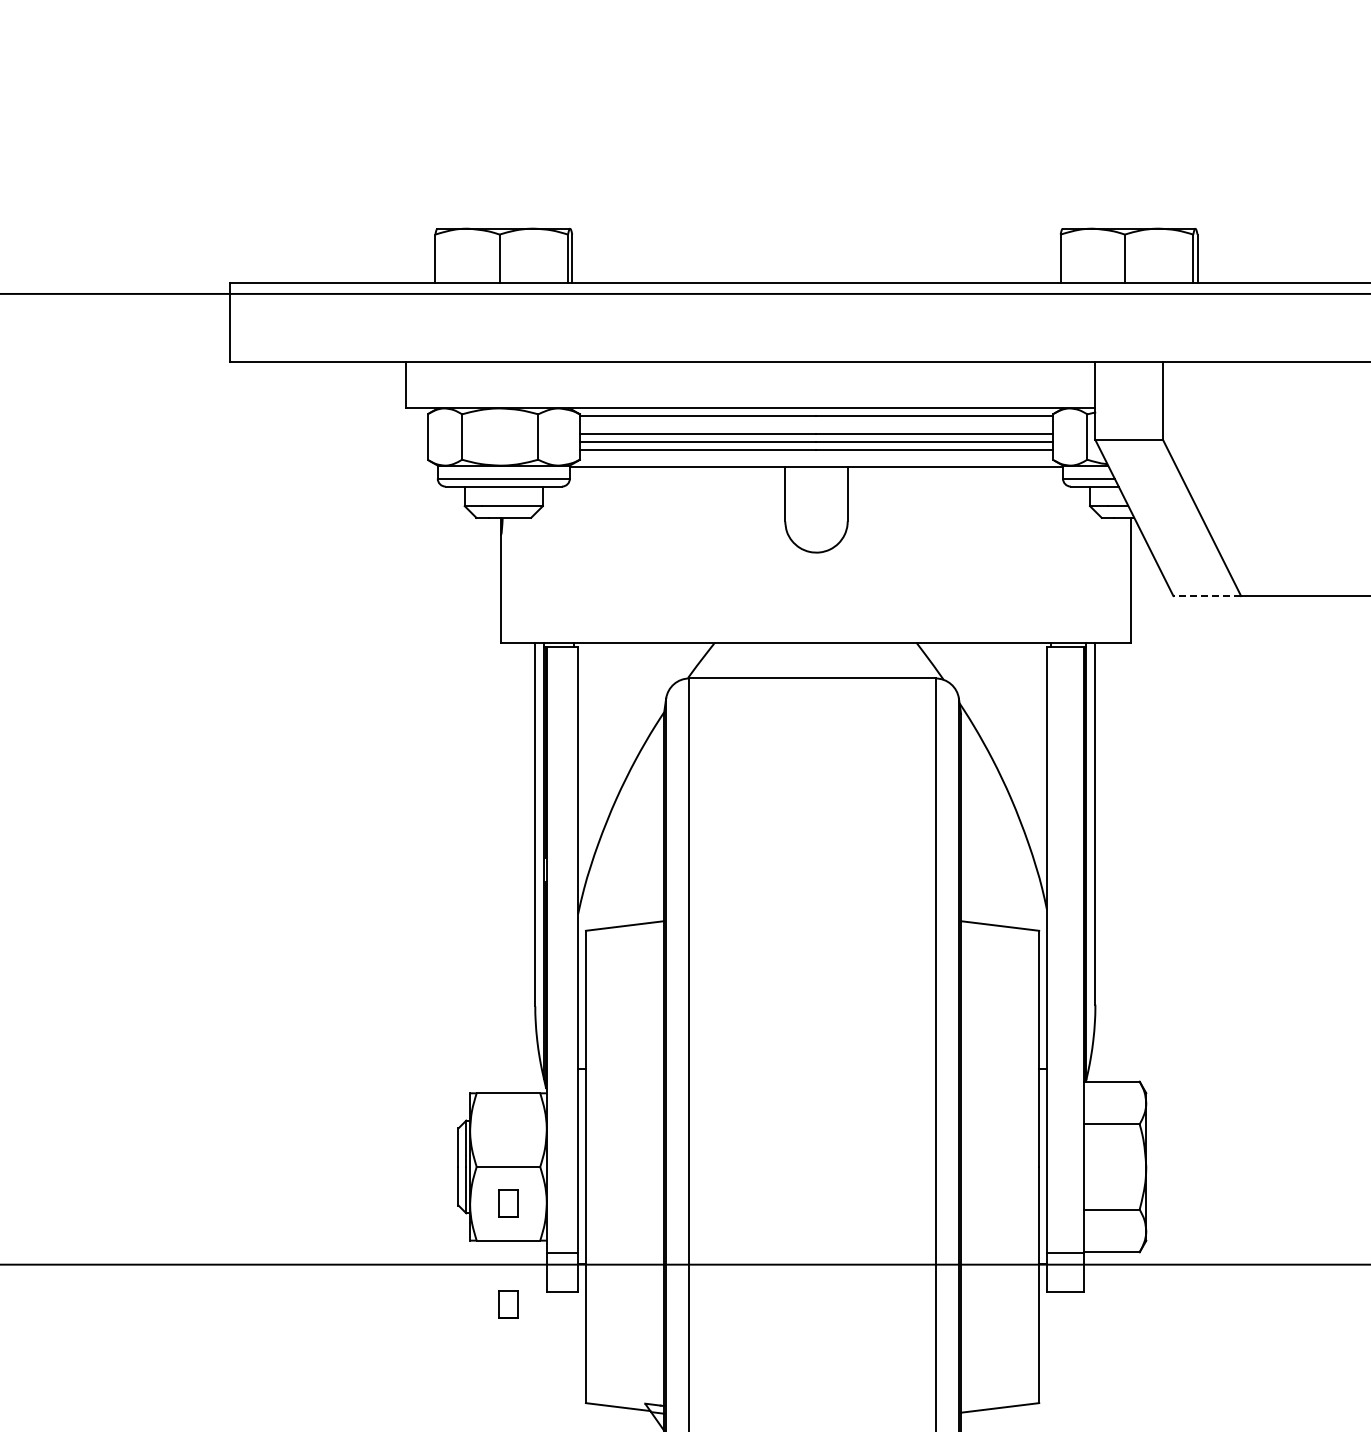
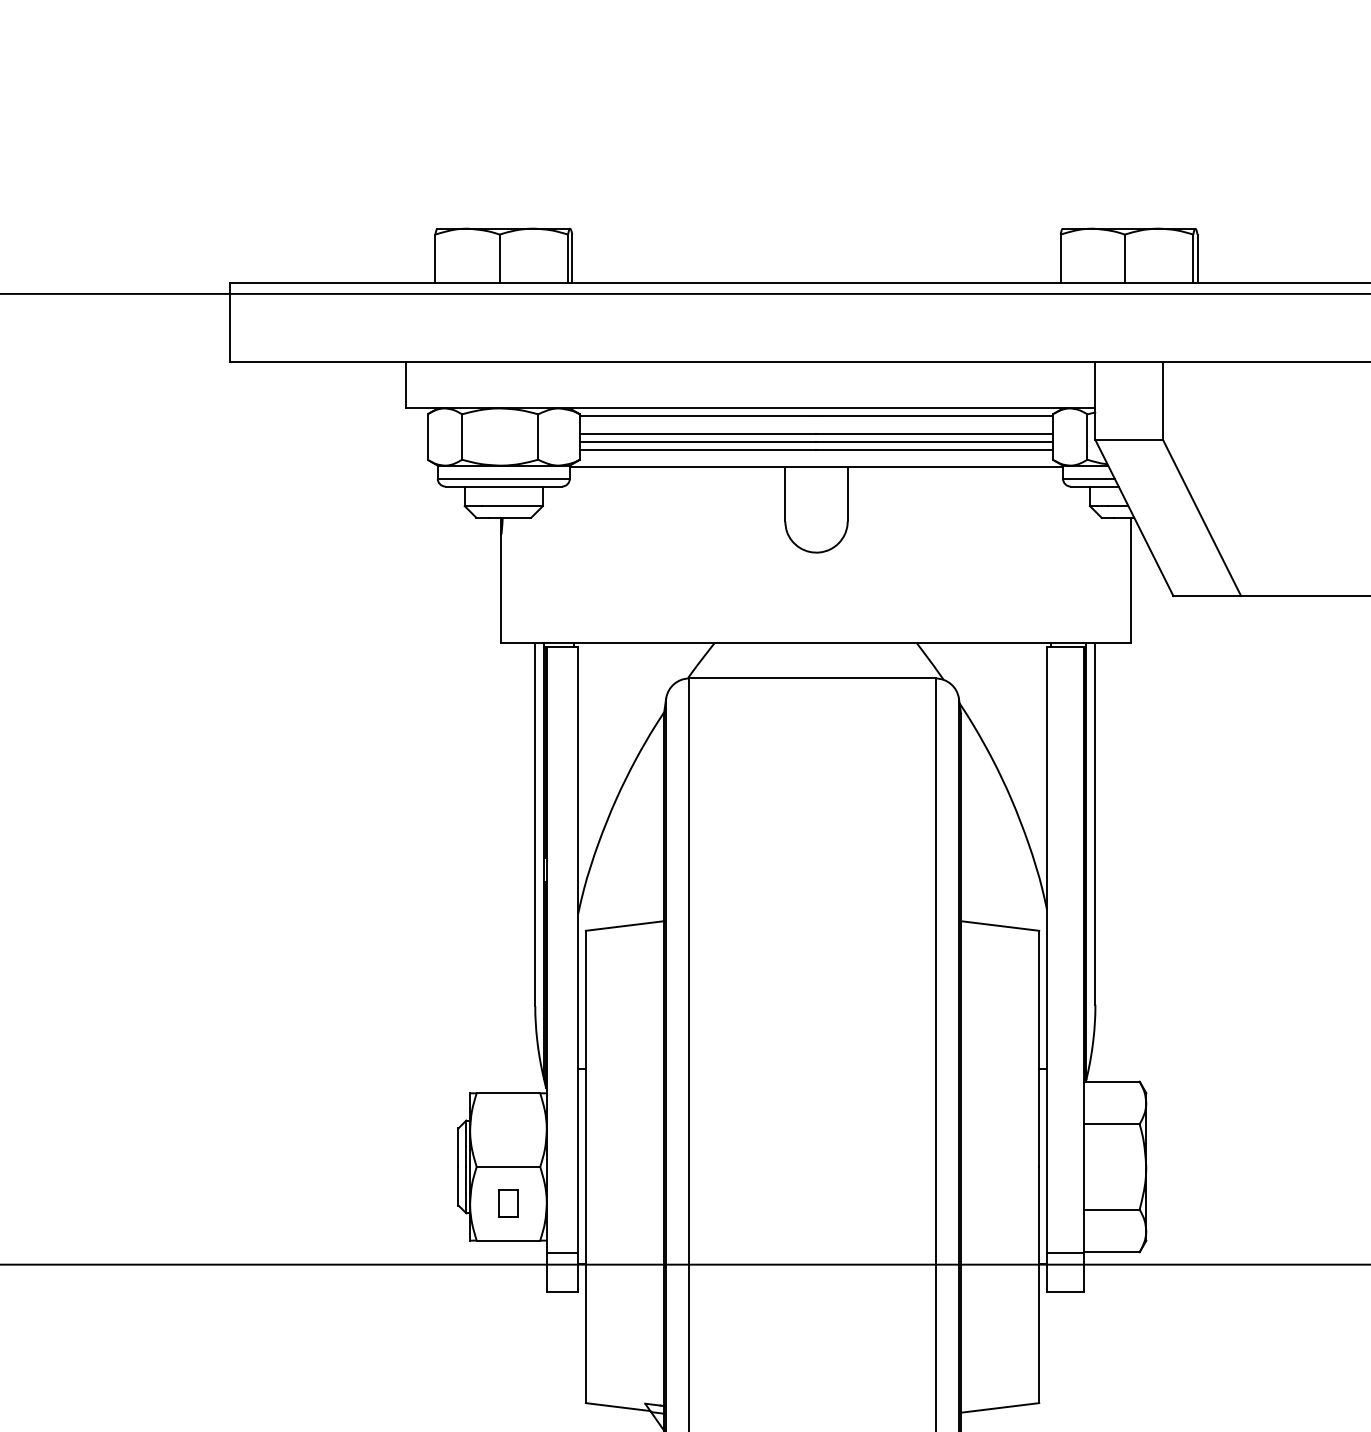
line at (1207, 596): dashed -> solid
part at (508, 1304): present -> none
